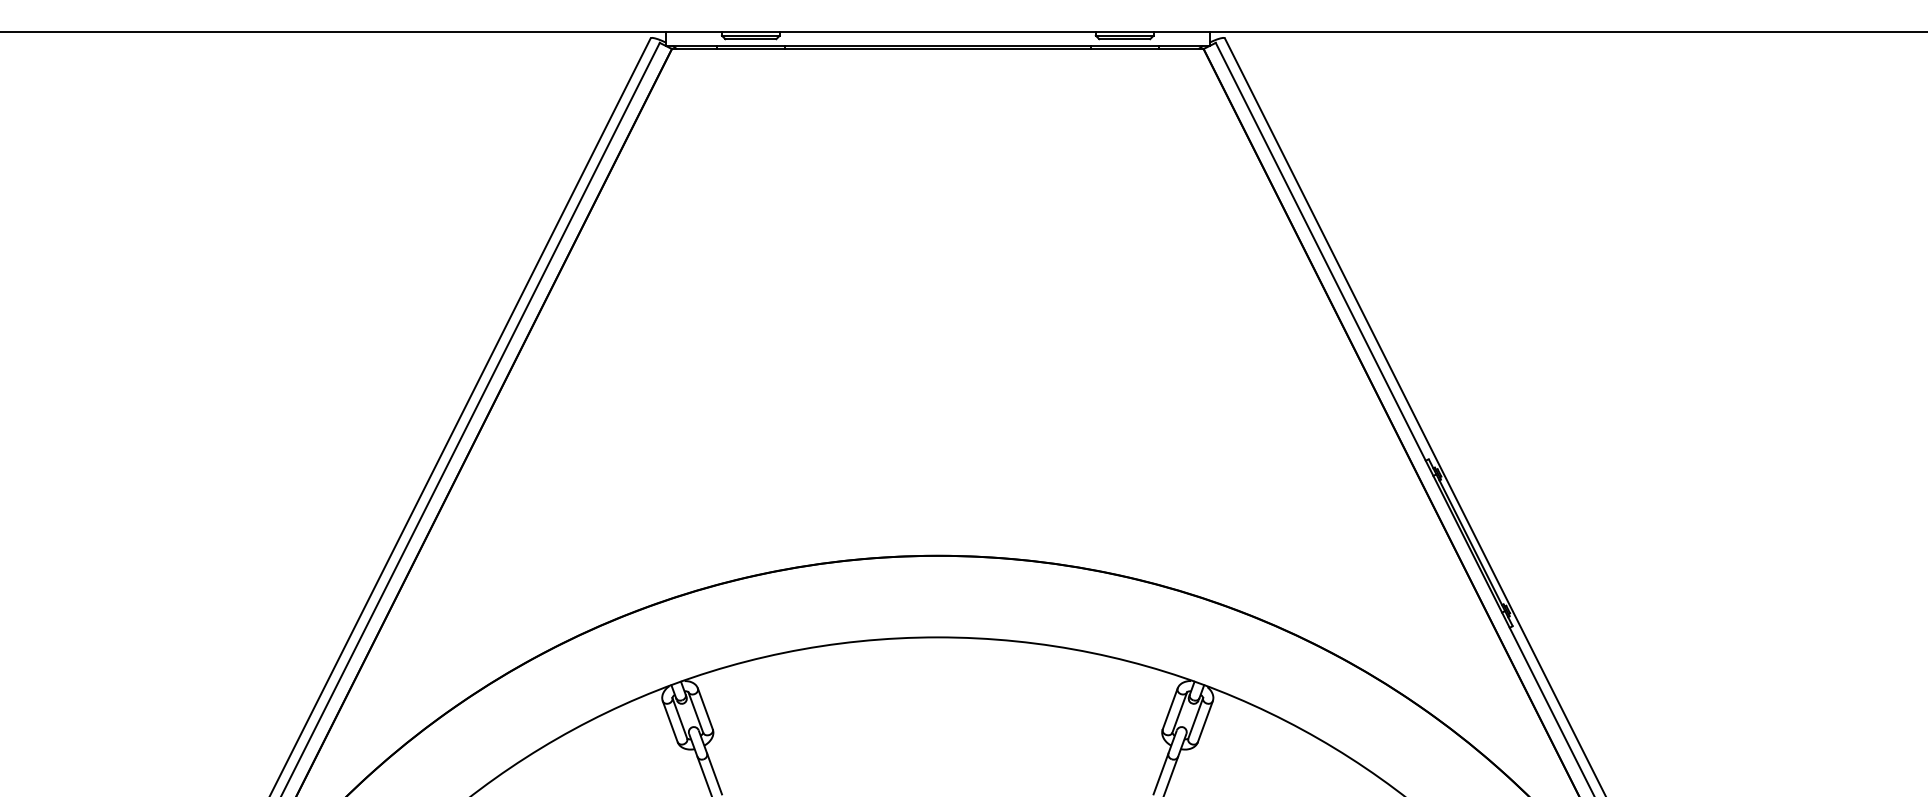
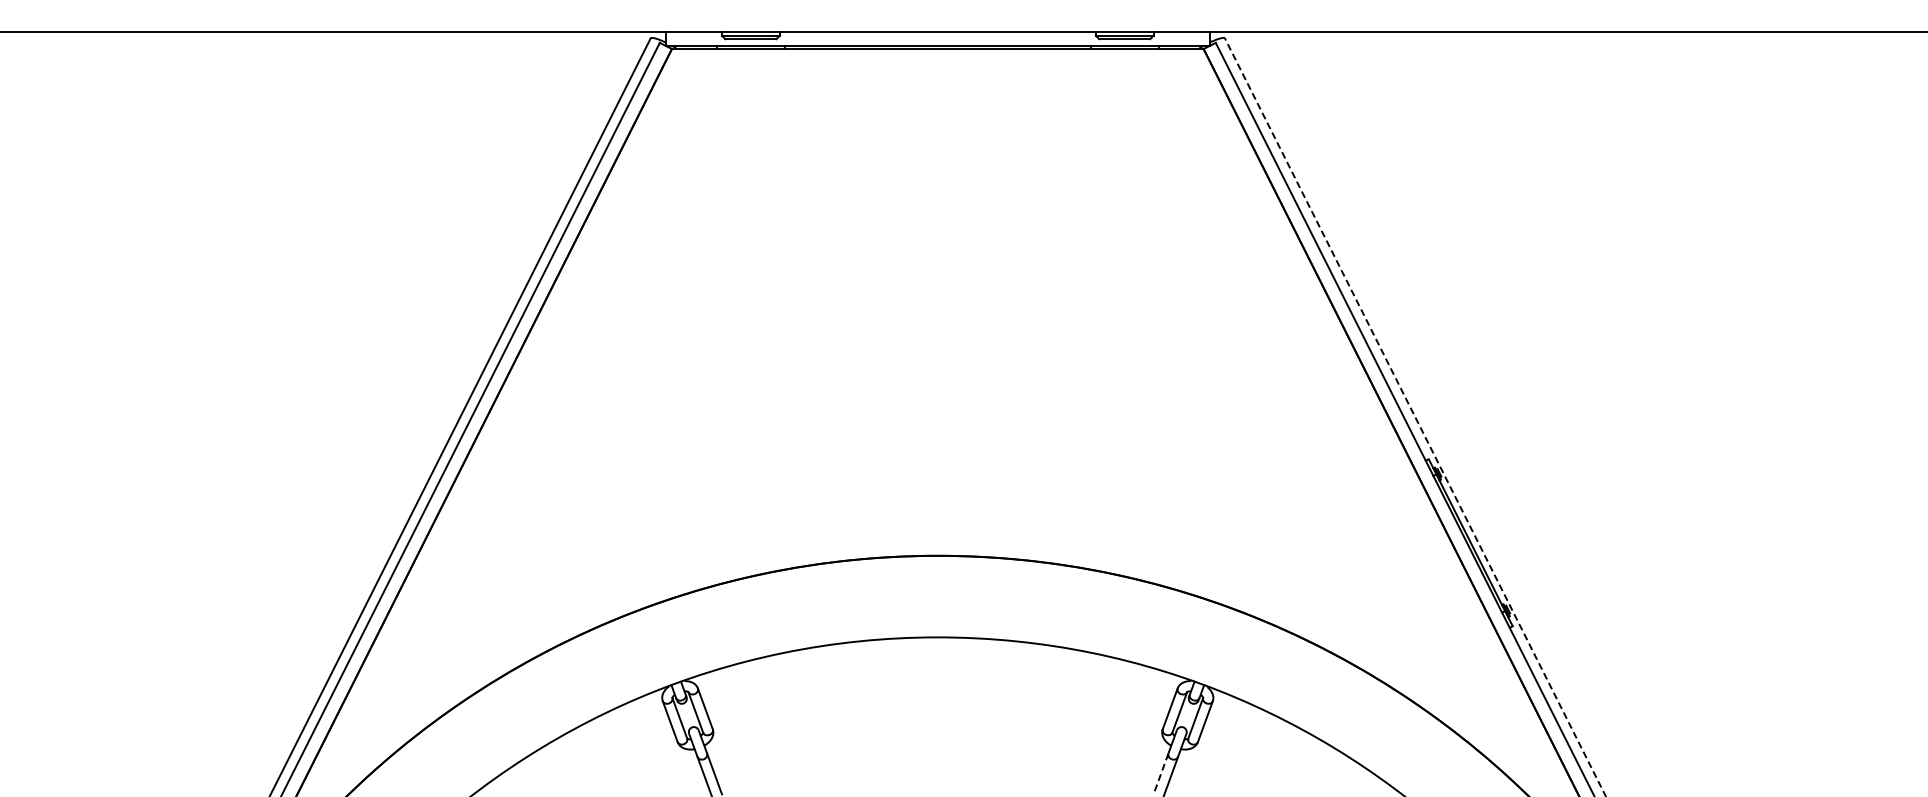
line at (1415, 417): solid -> dashed
line at (1161, 773): solid -> dashed
